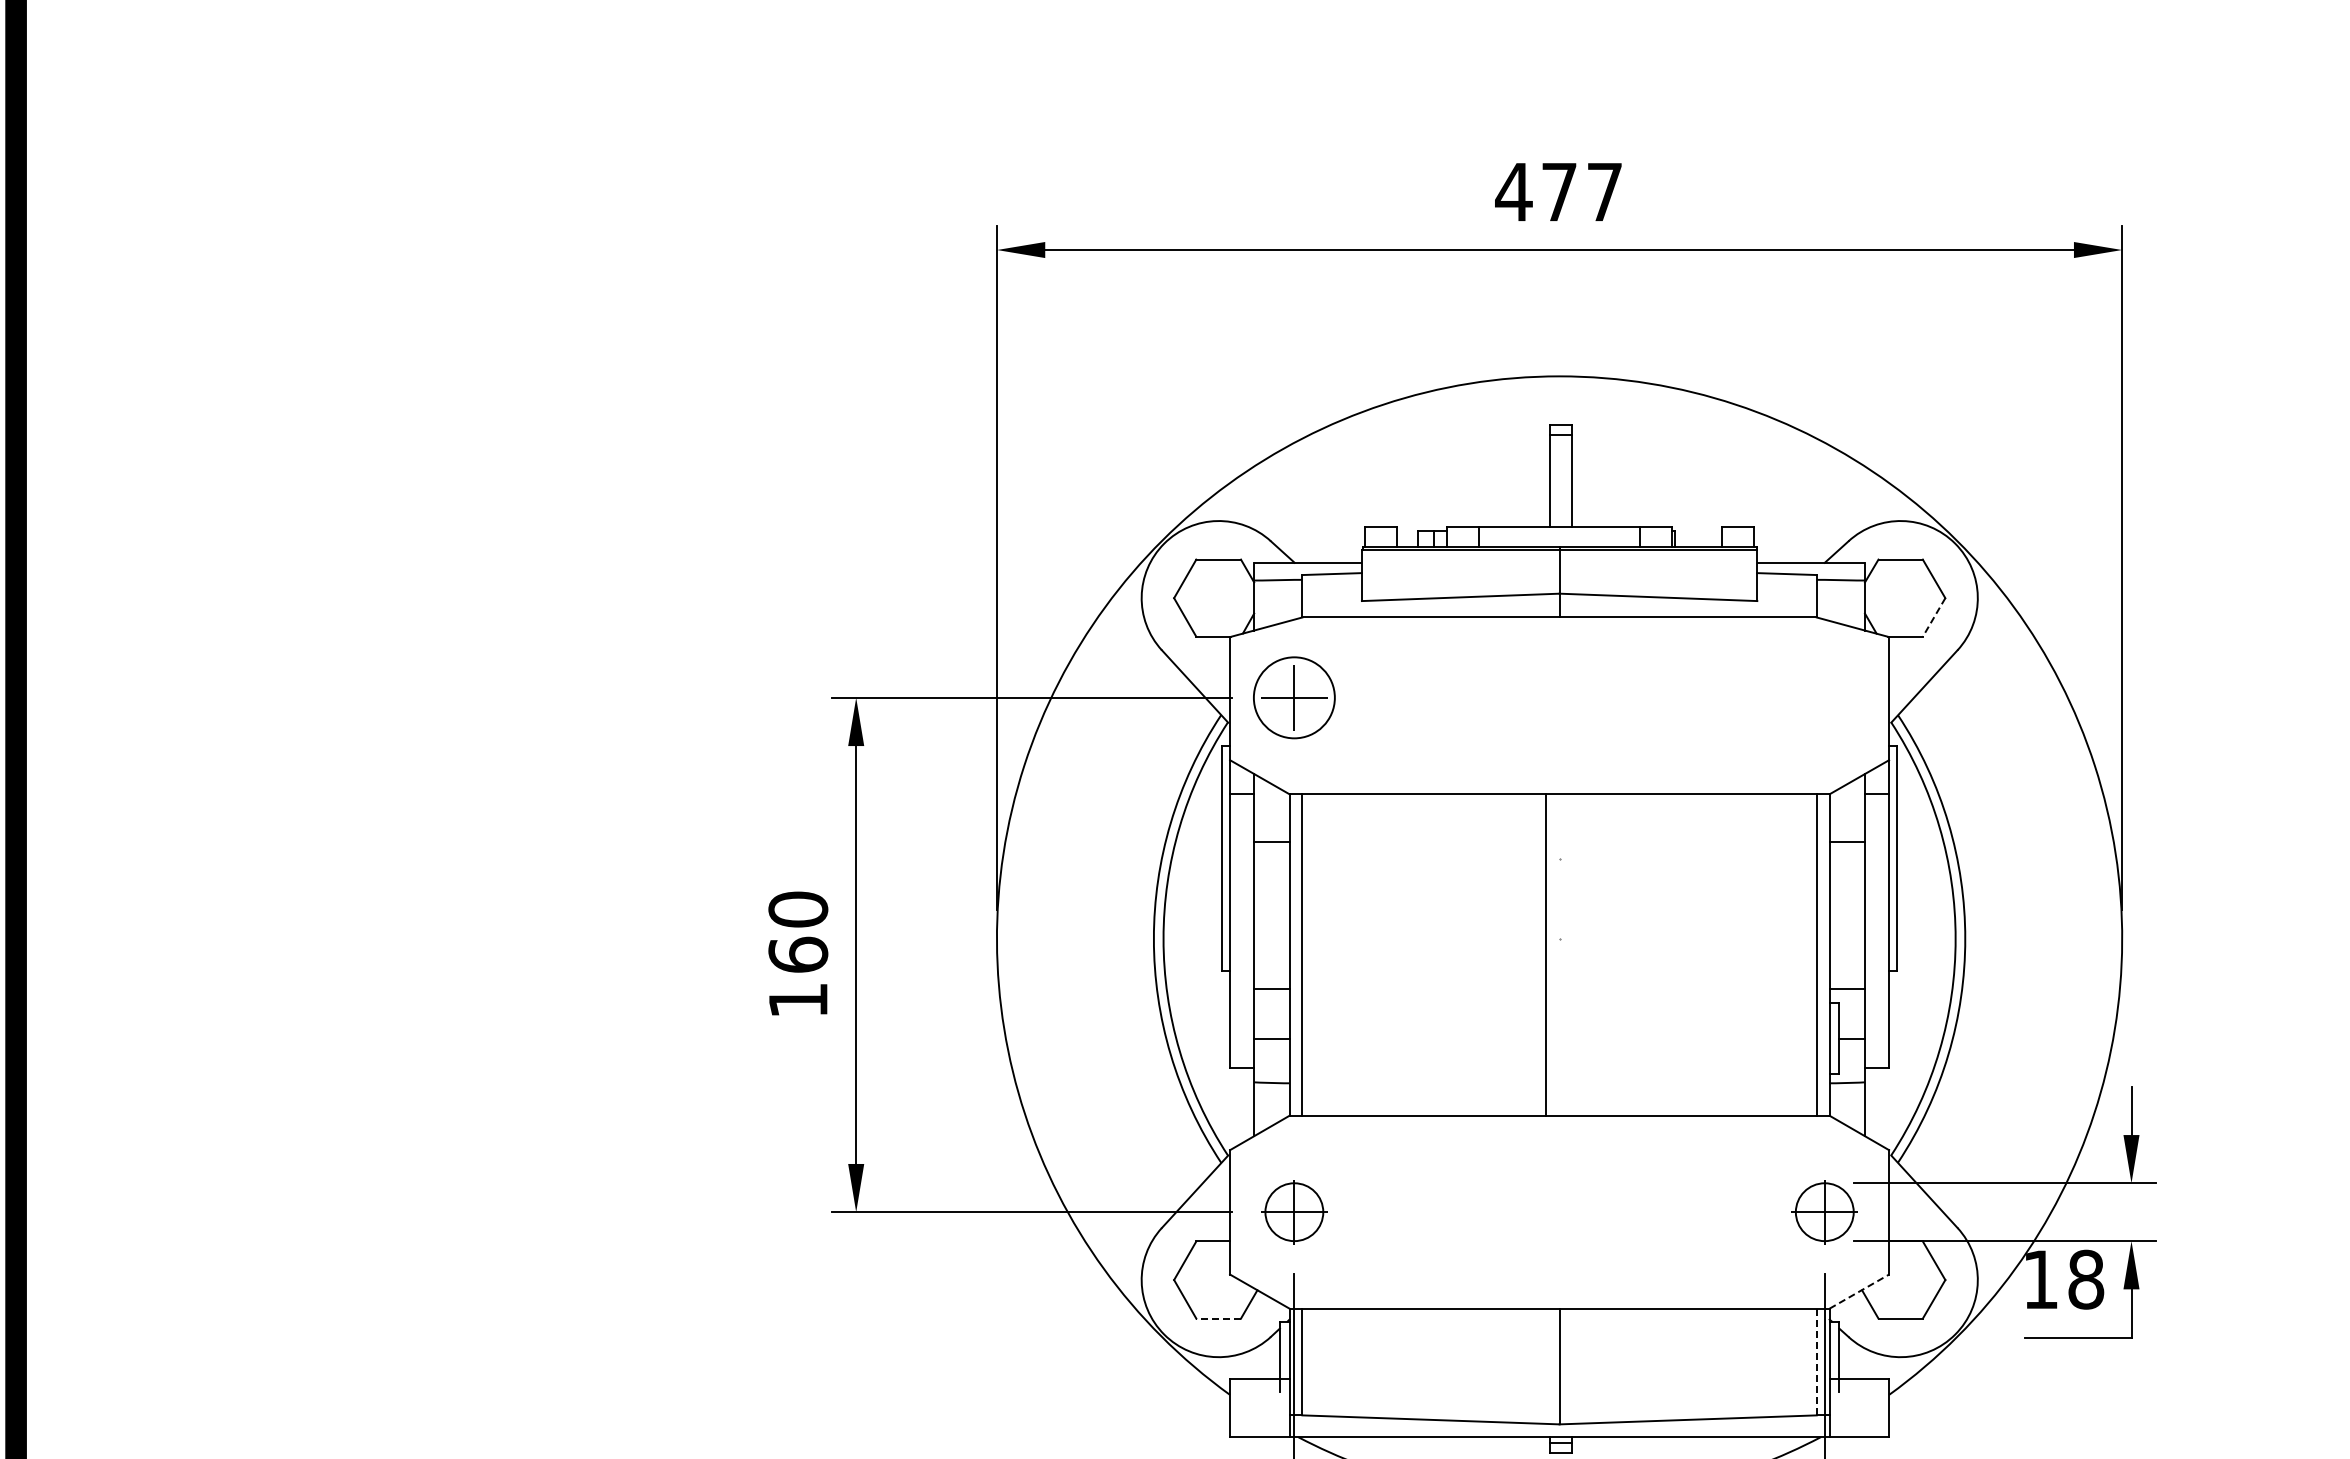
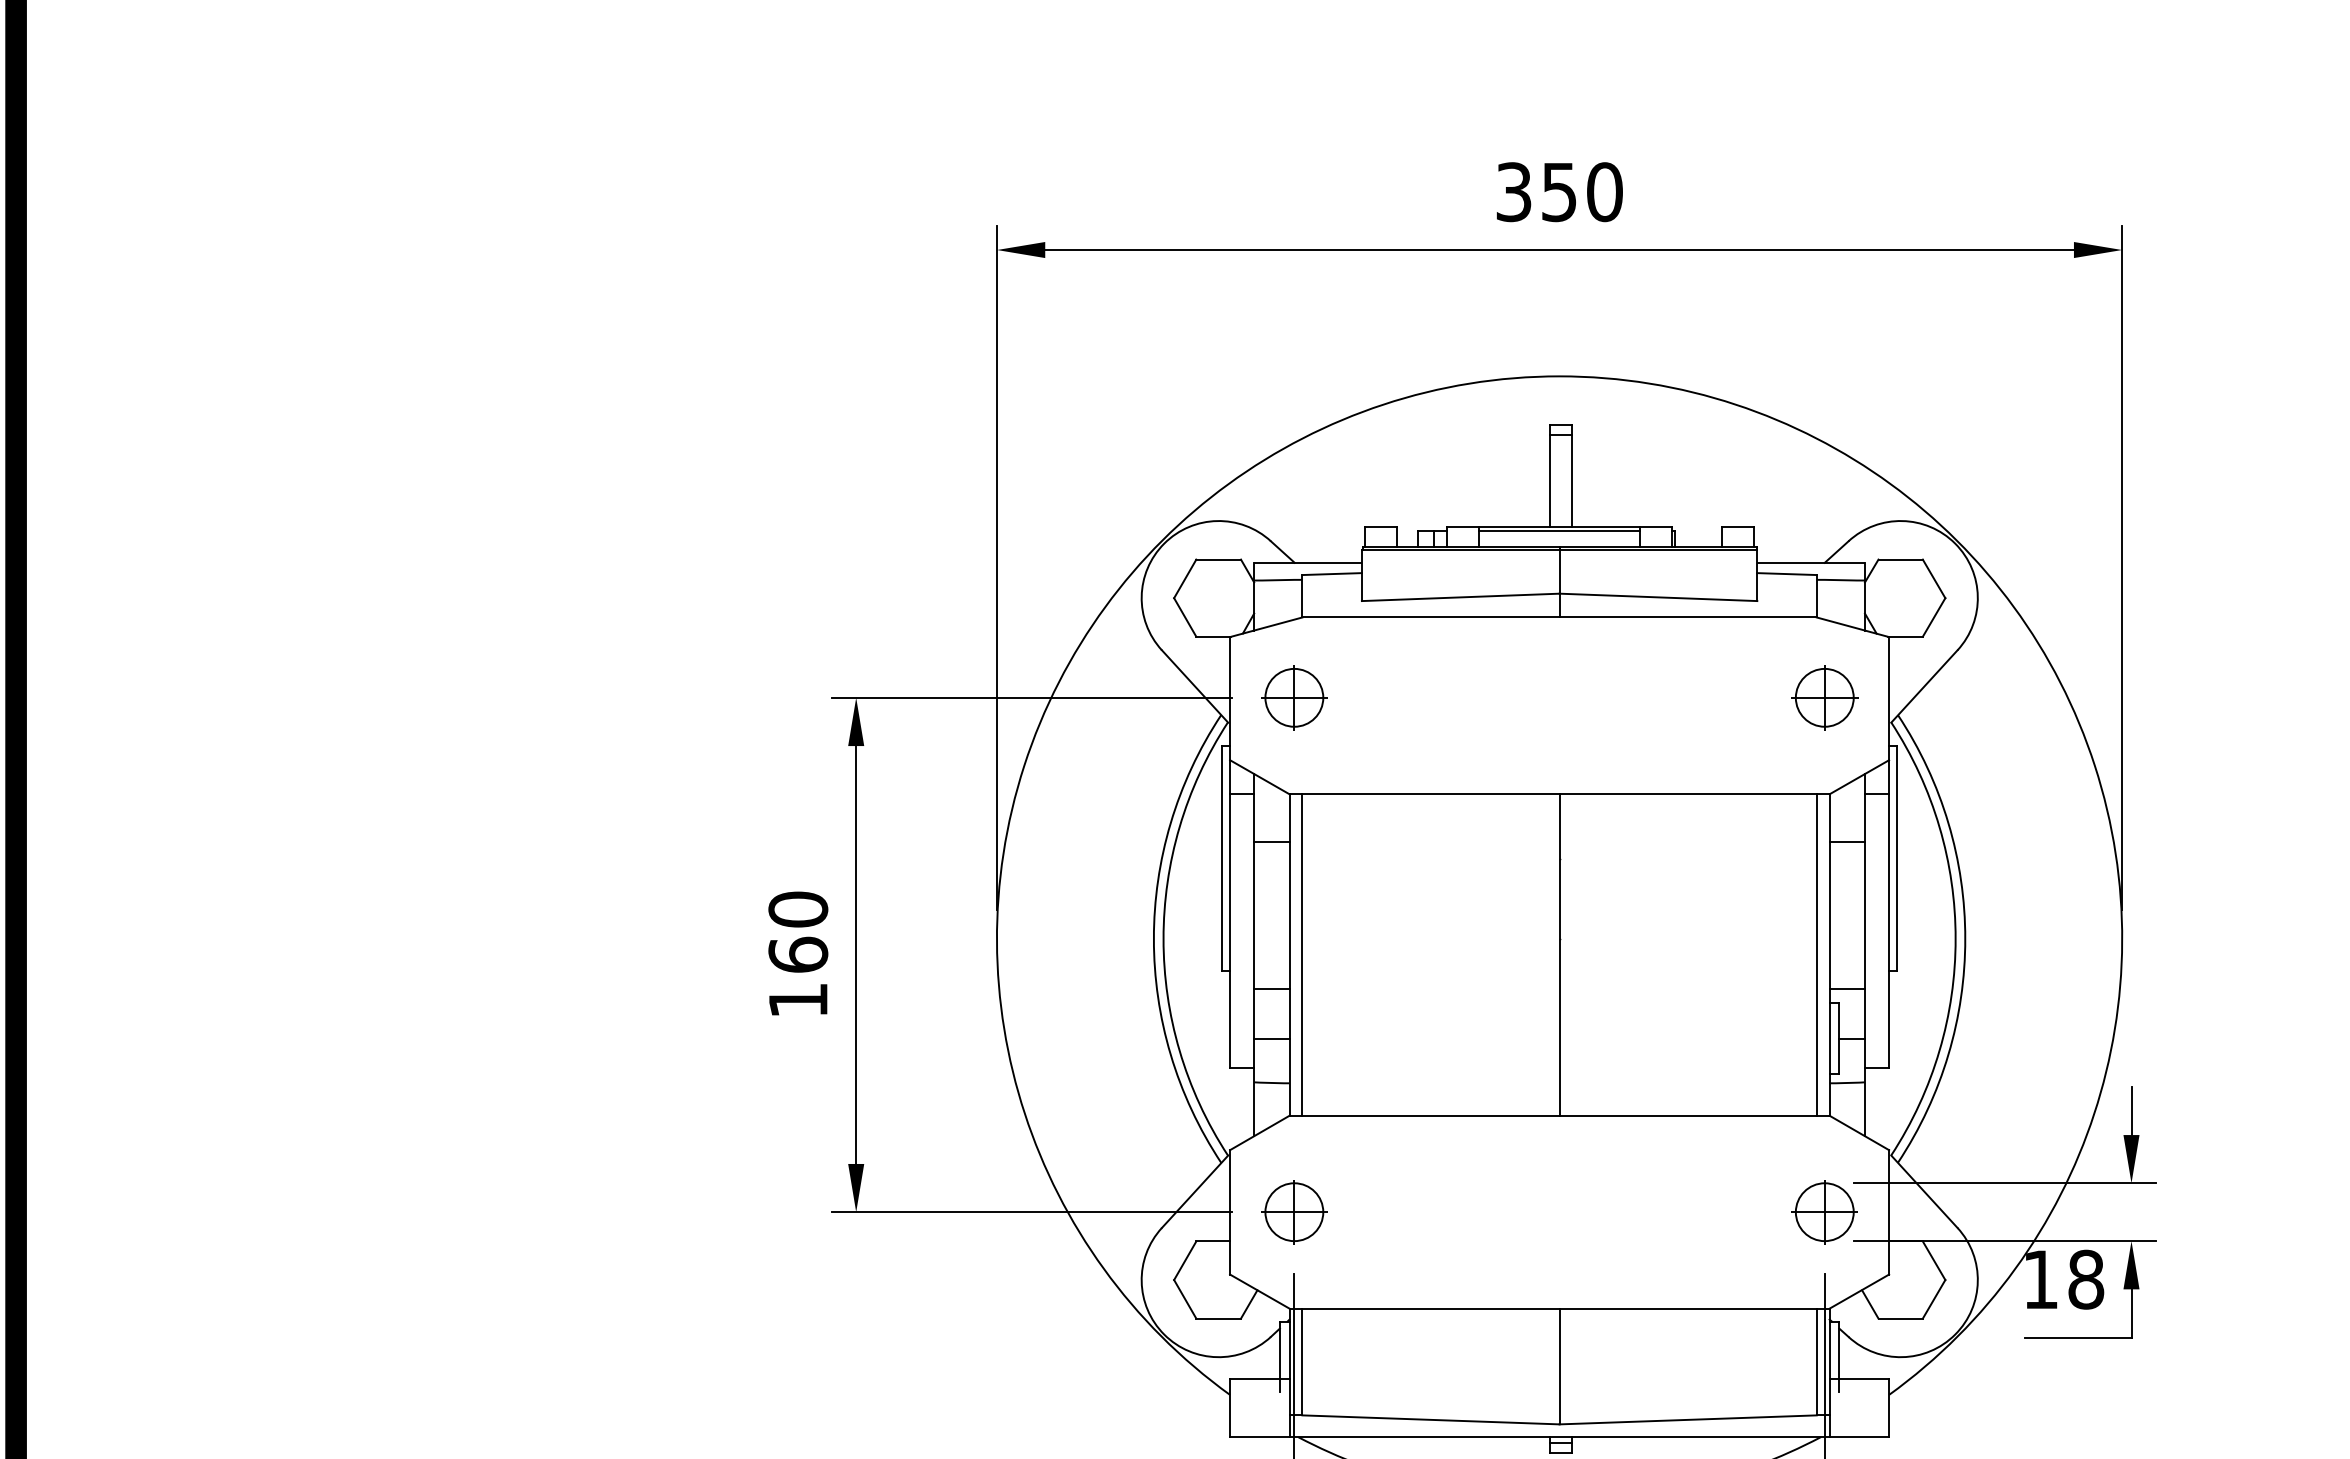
text at (1558, 192): 477 -> 350
line at (1559, 530): none -> present
line at (1933, 617): dashed -> solid
circle at (1293, 697) diameter: 81 px -> 58 px
part at (1824, 697): none -> present
line at (1545, 954) position: (1545, 954) -> (1559, 954)
line at (1859, 1291): dashed -> solid
line at (1218, 1318): dashed -> solid
line at (1816, 1362): dashed -> solid
